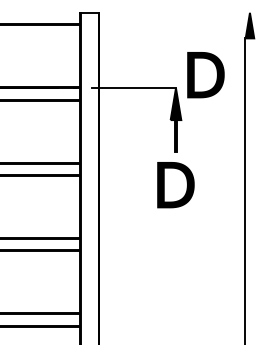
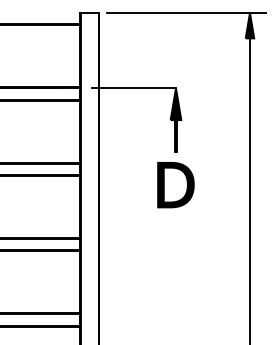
line at (186, 12): none -> present
part at (205, 75): present -> none
line at (244, 189) position: (244, 189) -> (249, 189)
